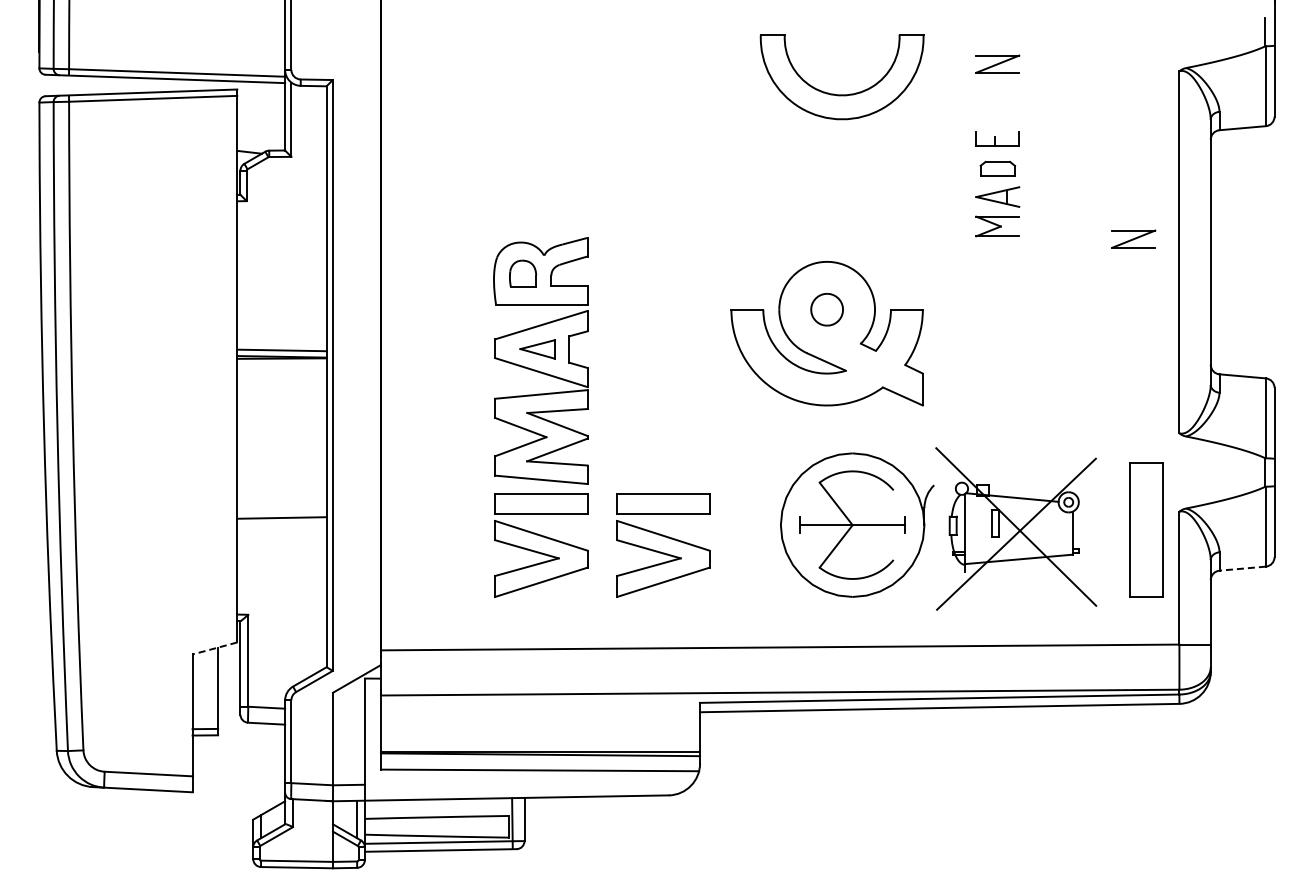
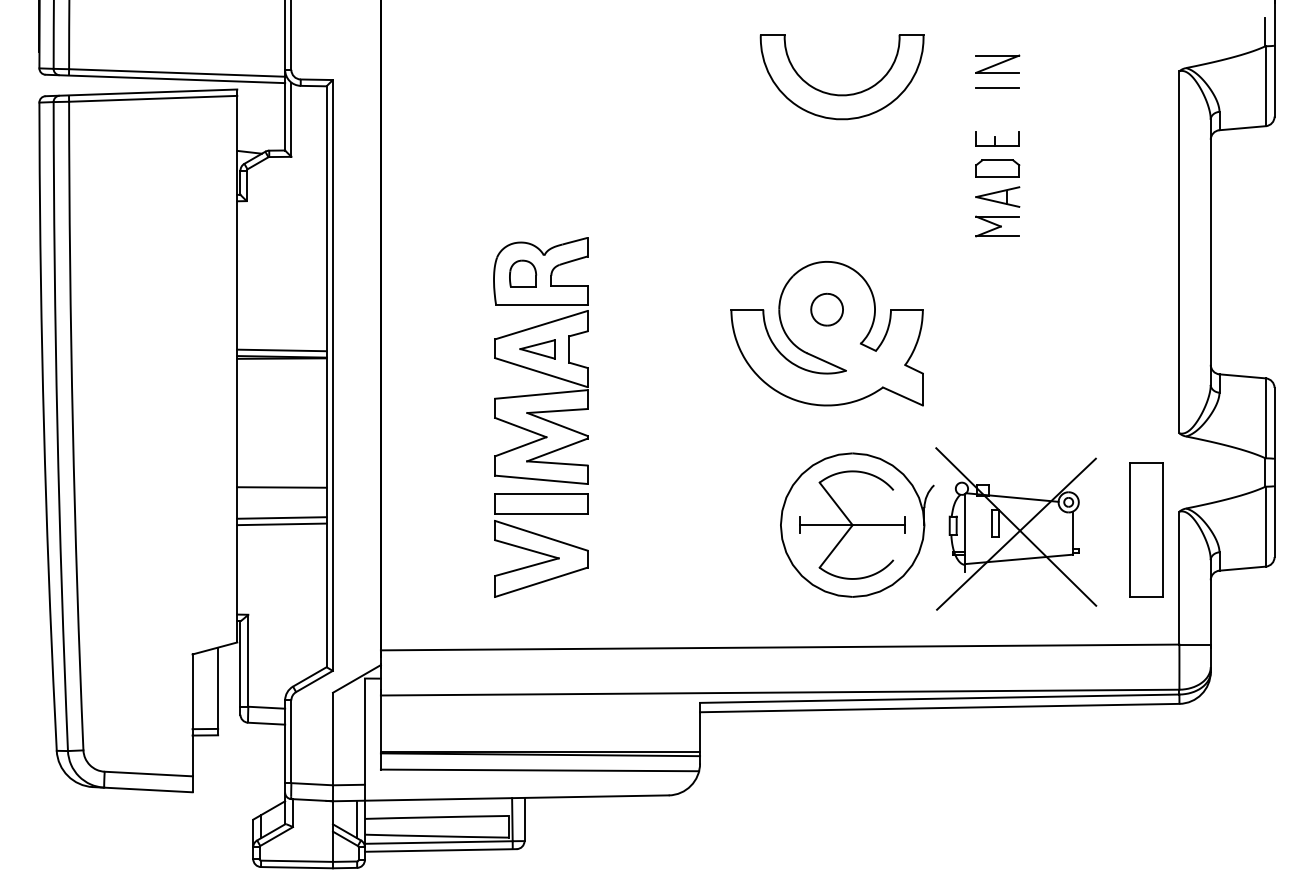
line at (997, 88): none -> present
part at (997, 168) size: 38x17 px -> 46x19 px
part at (1133, 238): present -> none
line at (281, 487): none -> present
line at (281, 524): none -> present
part at (663, 545): present -> none
line at (1242, 568): dashed -> solid
line at (214, 648): dashed -> solid
